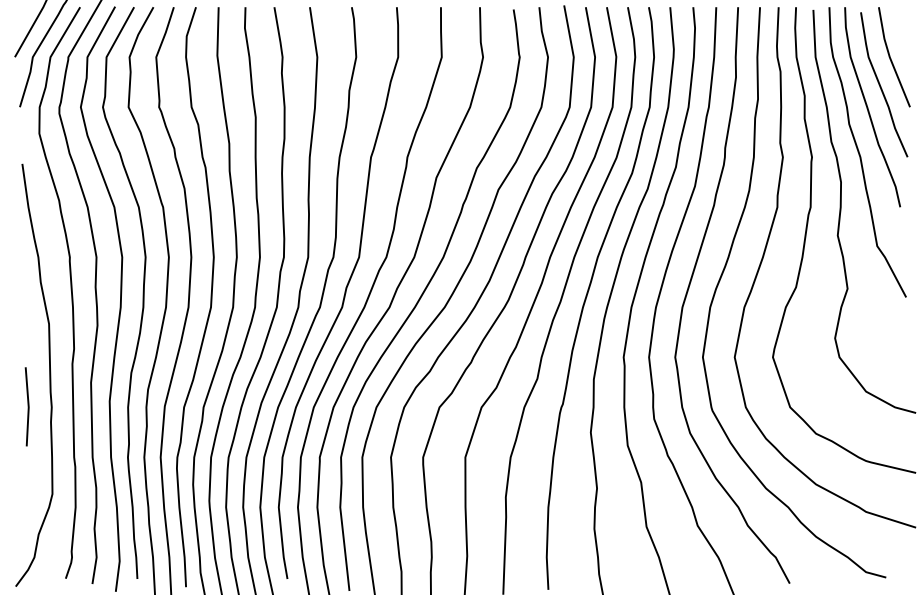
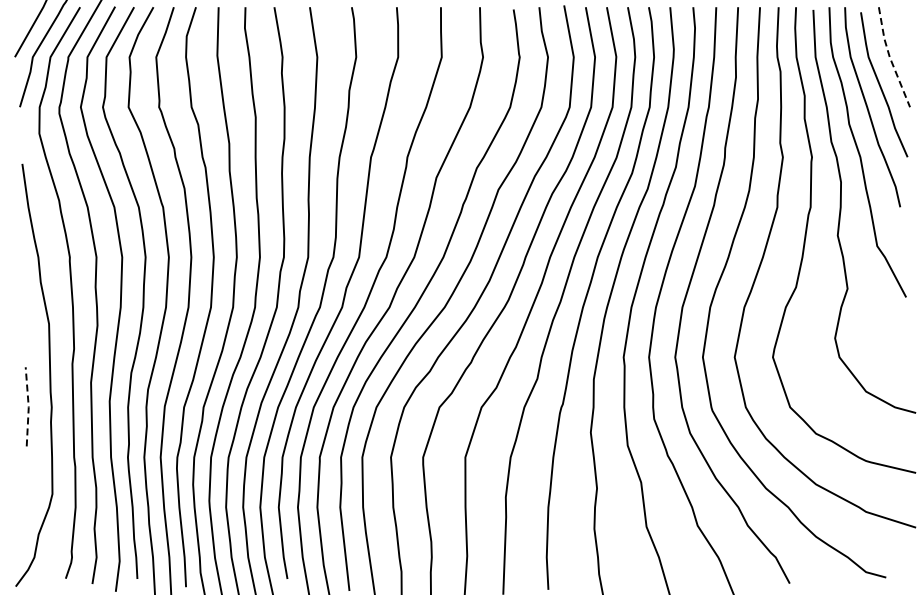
line at (889, 57): solid -> dashed
line at (28, 407): solid -> dashed
